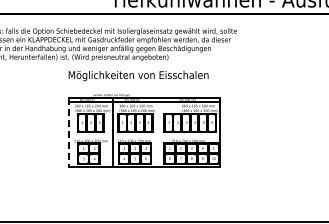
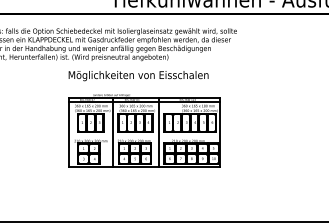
line at (69, 132): dashed -> solid
line at (159, 132): none -> present
